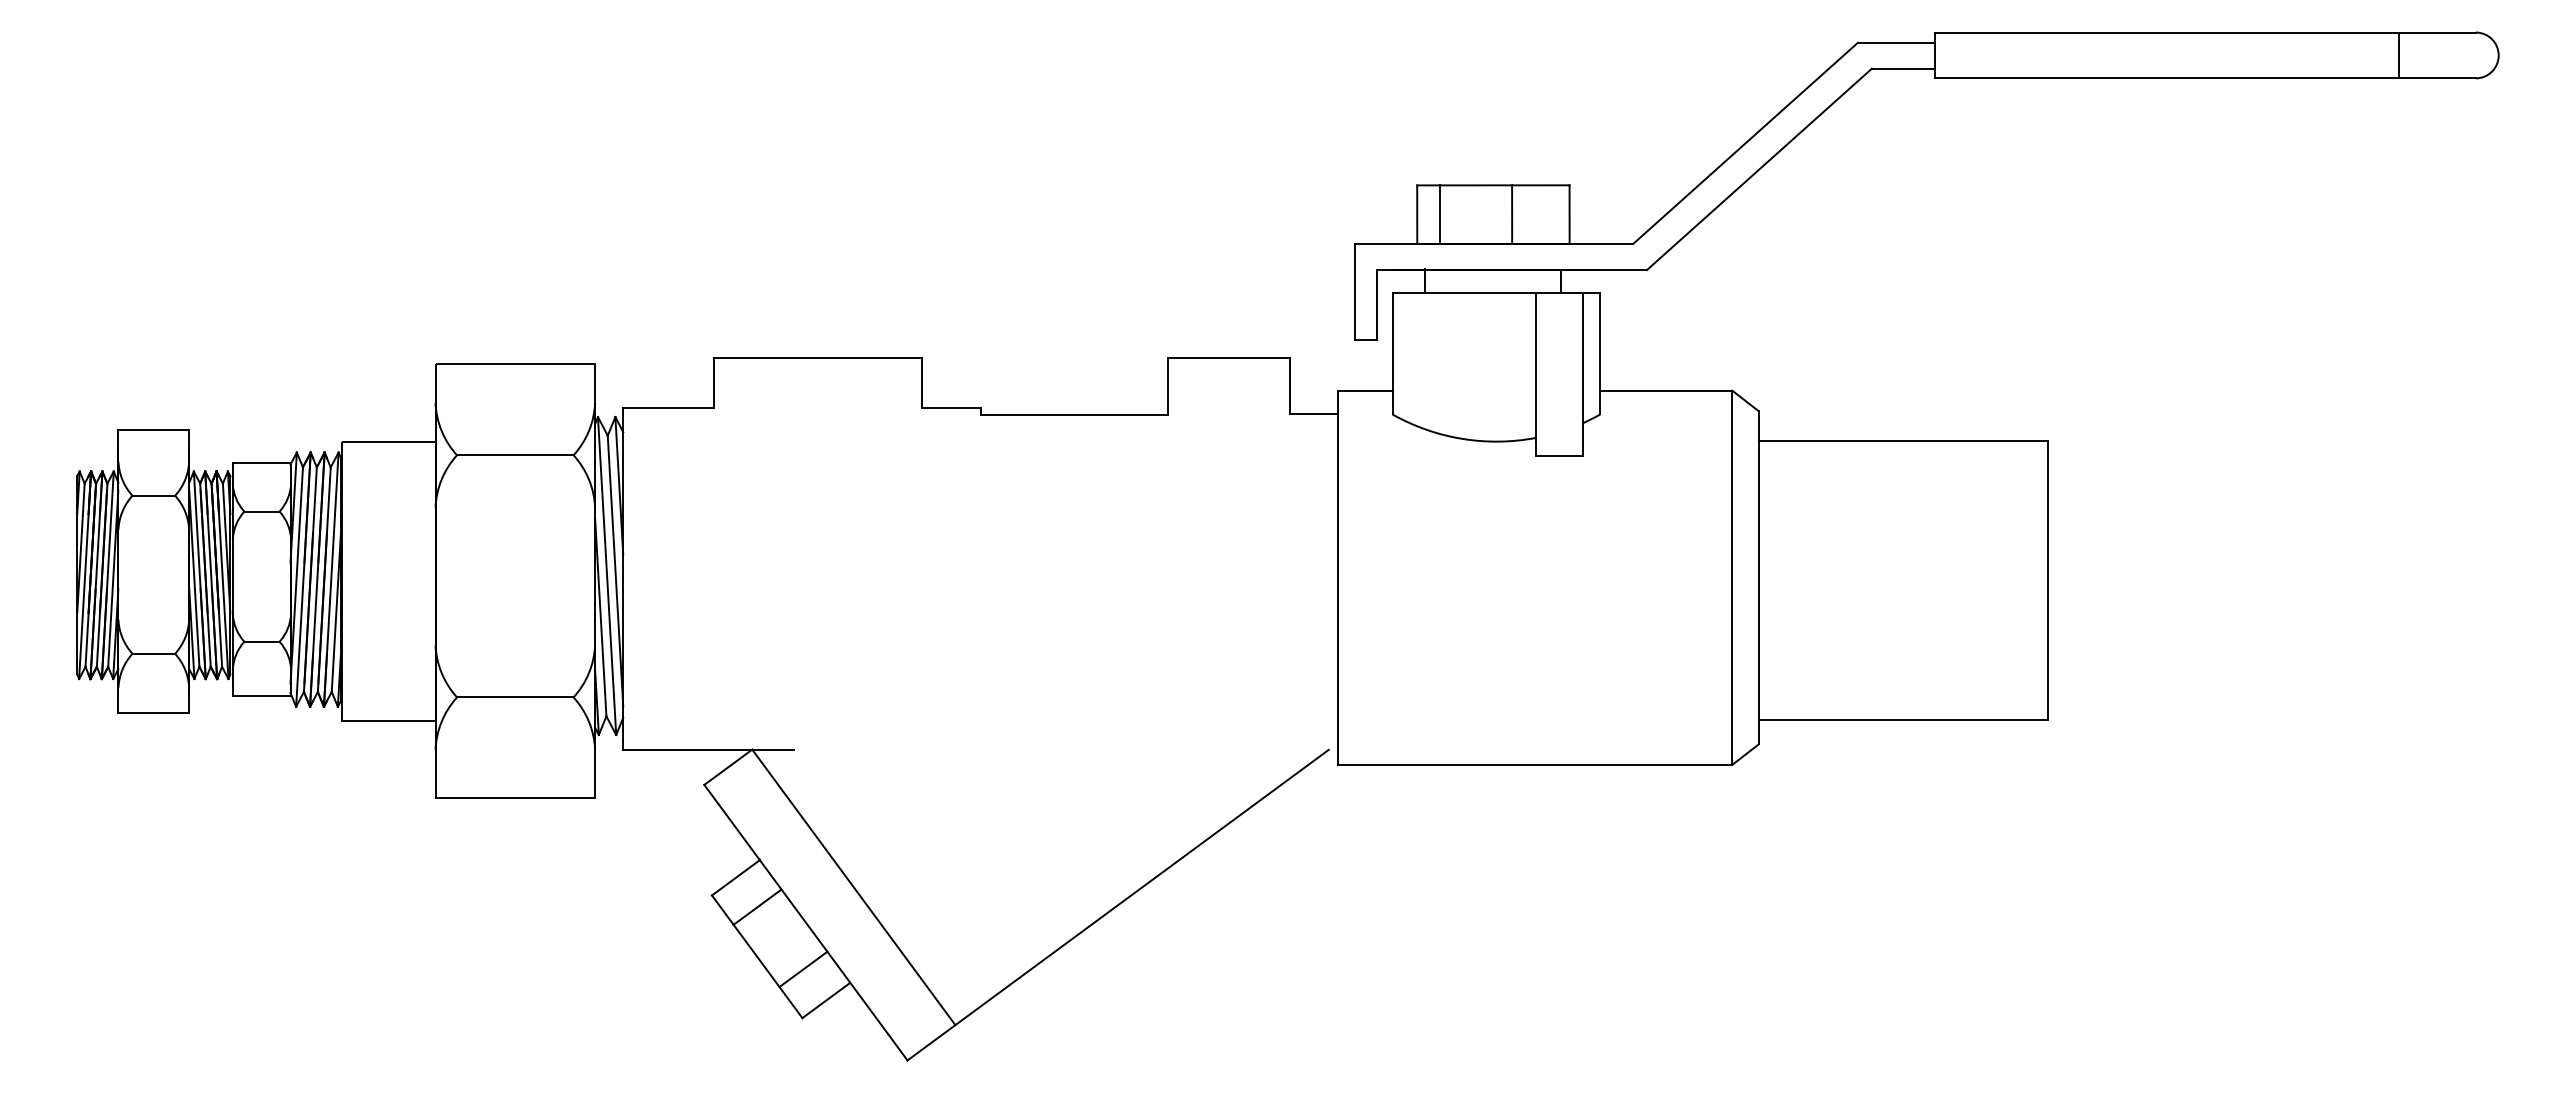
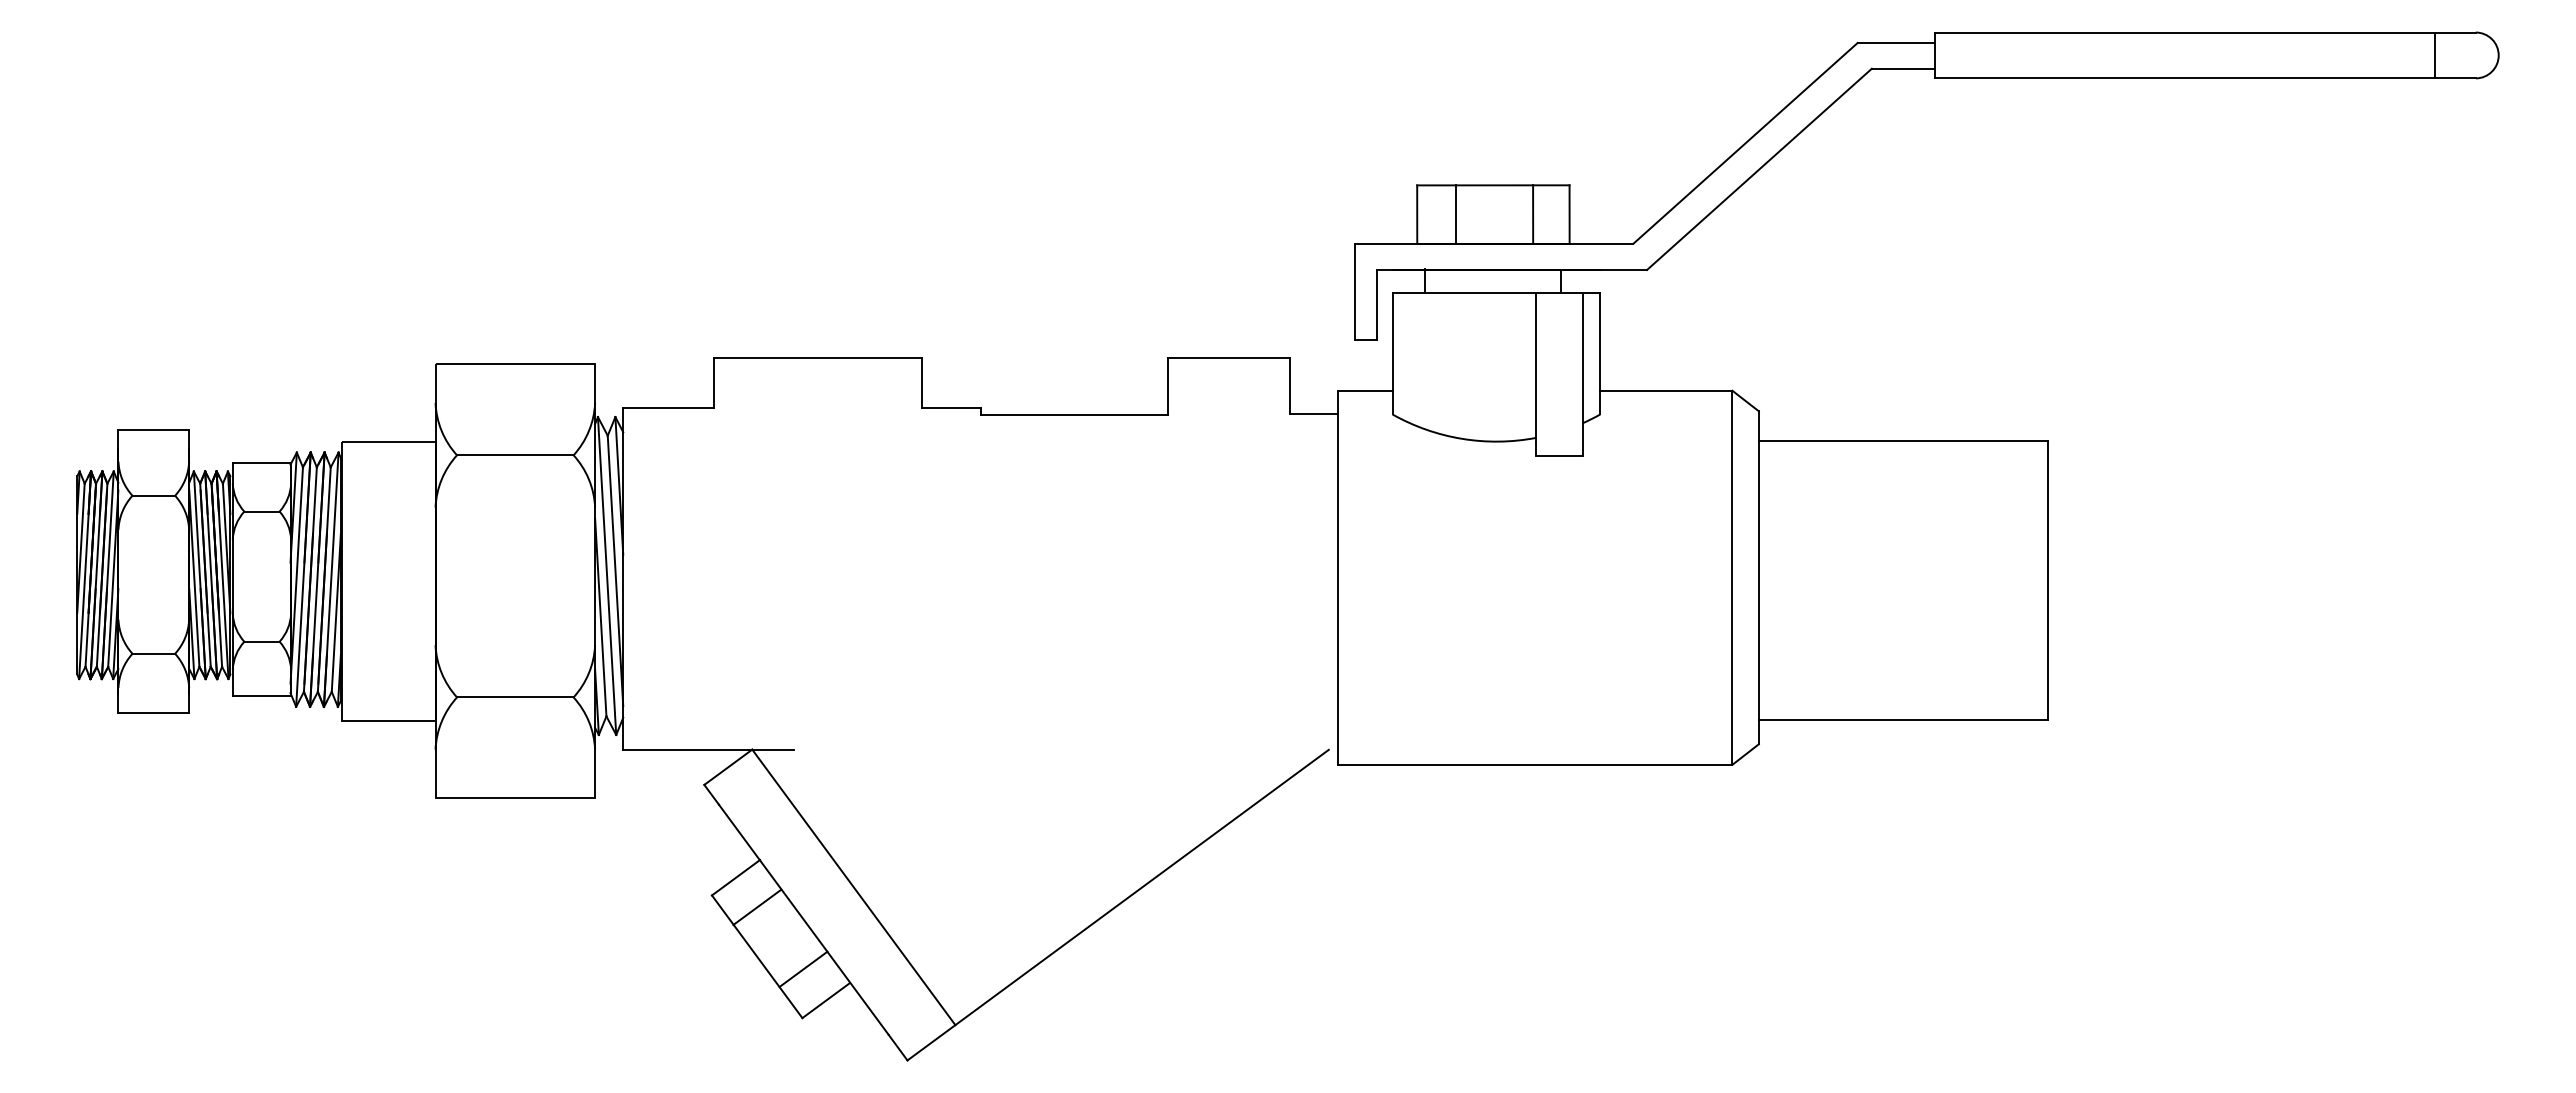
line at (2398, 55) position: (2398, 55) -> (2434, 55)
line at (1439, 214) position: (1439, 214) -> (1455, 214)
line at (1512, 214) position: (1512, 214) -> (1533, 214)
